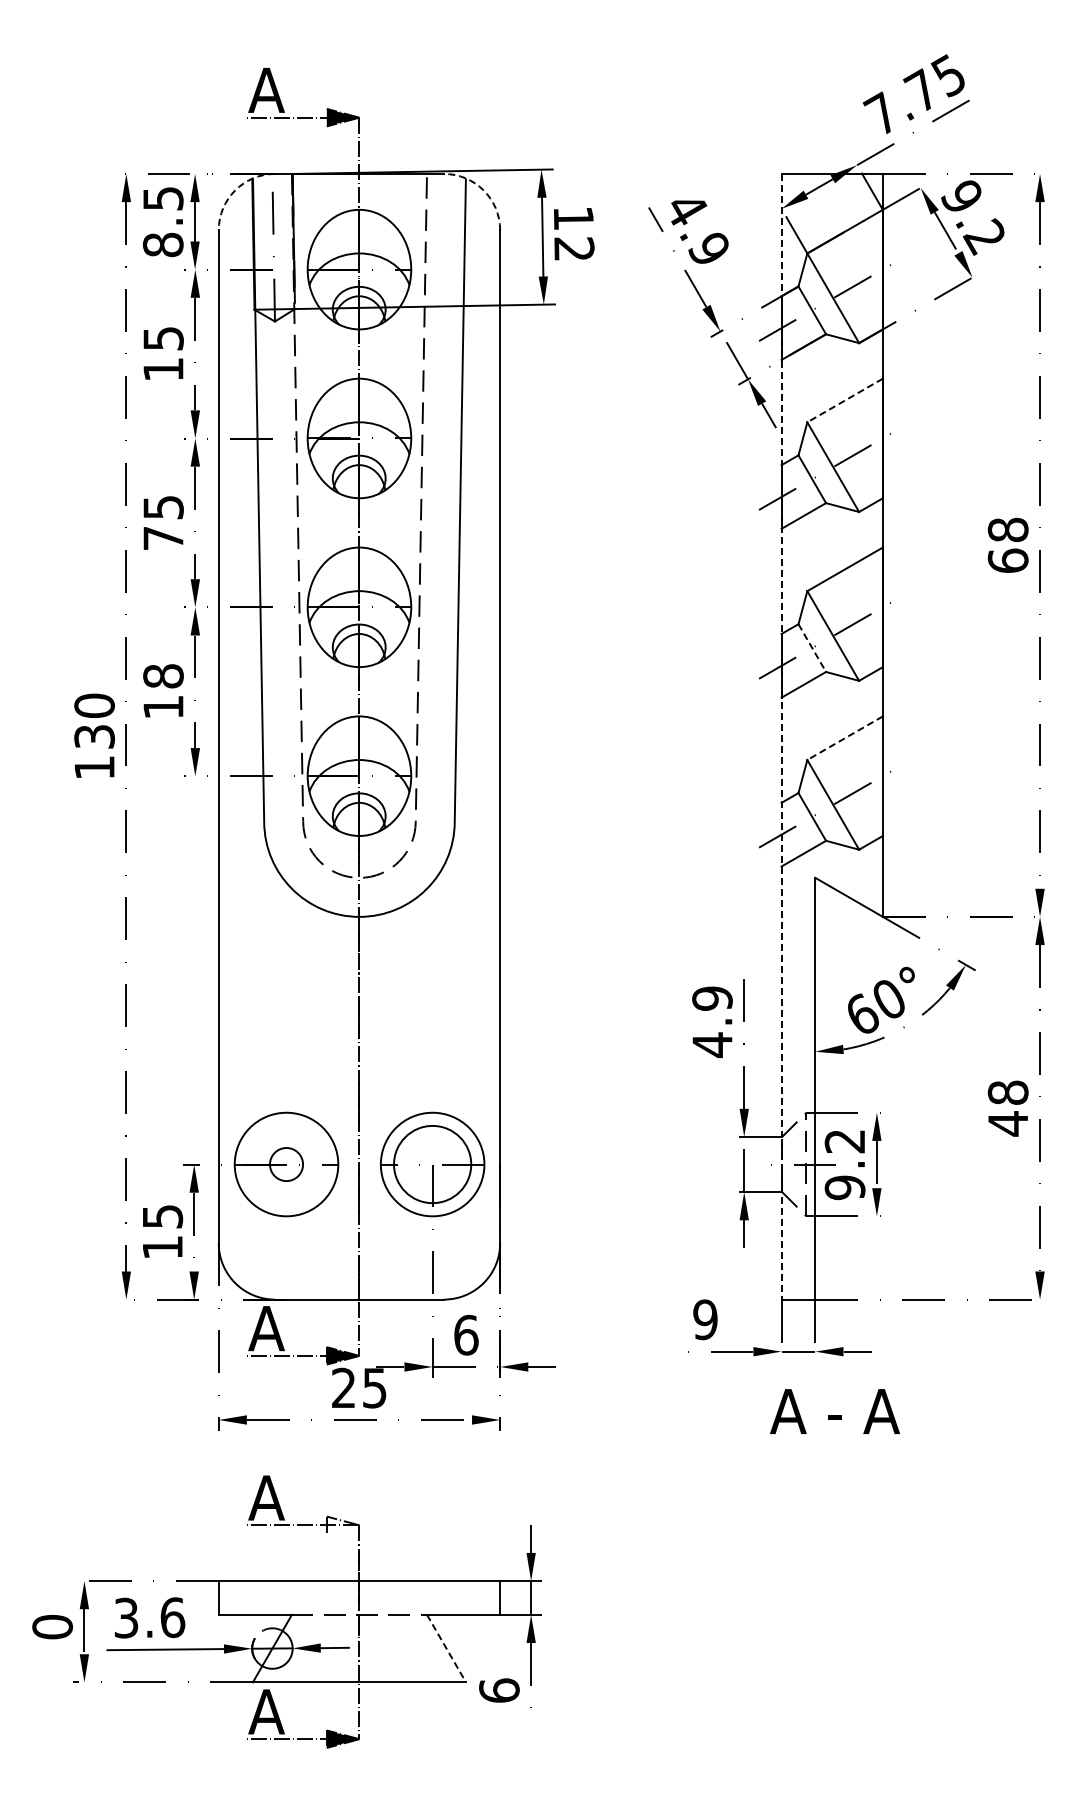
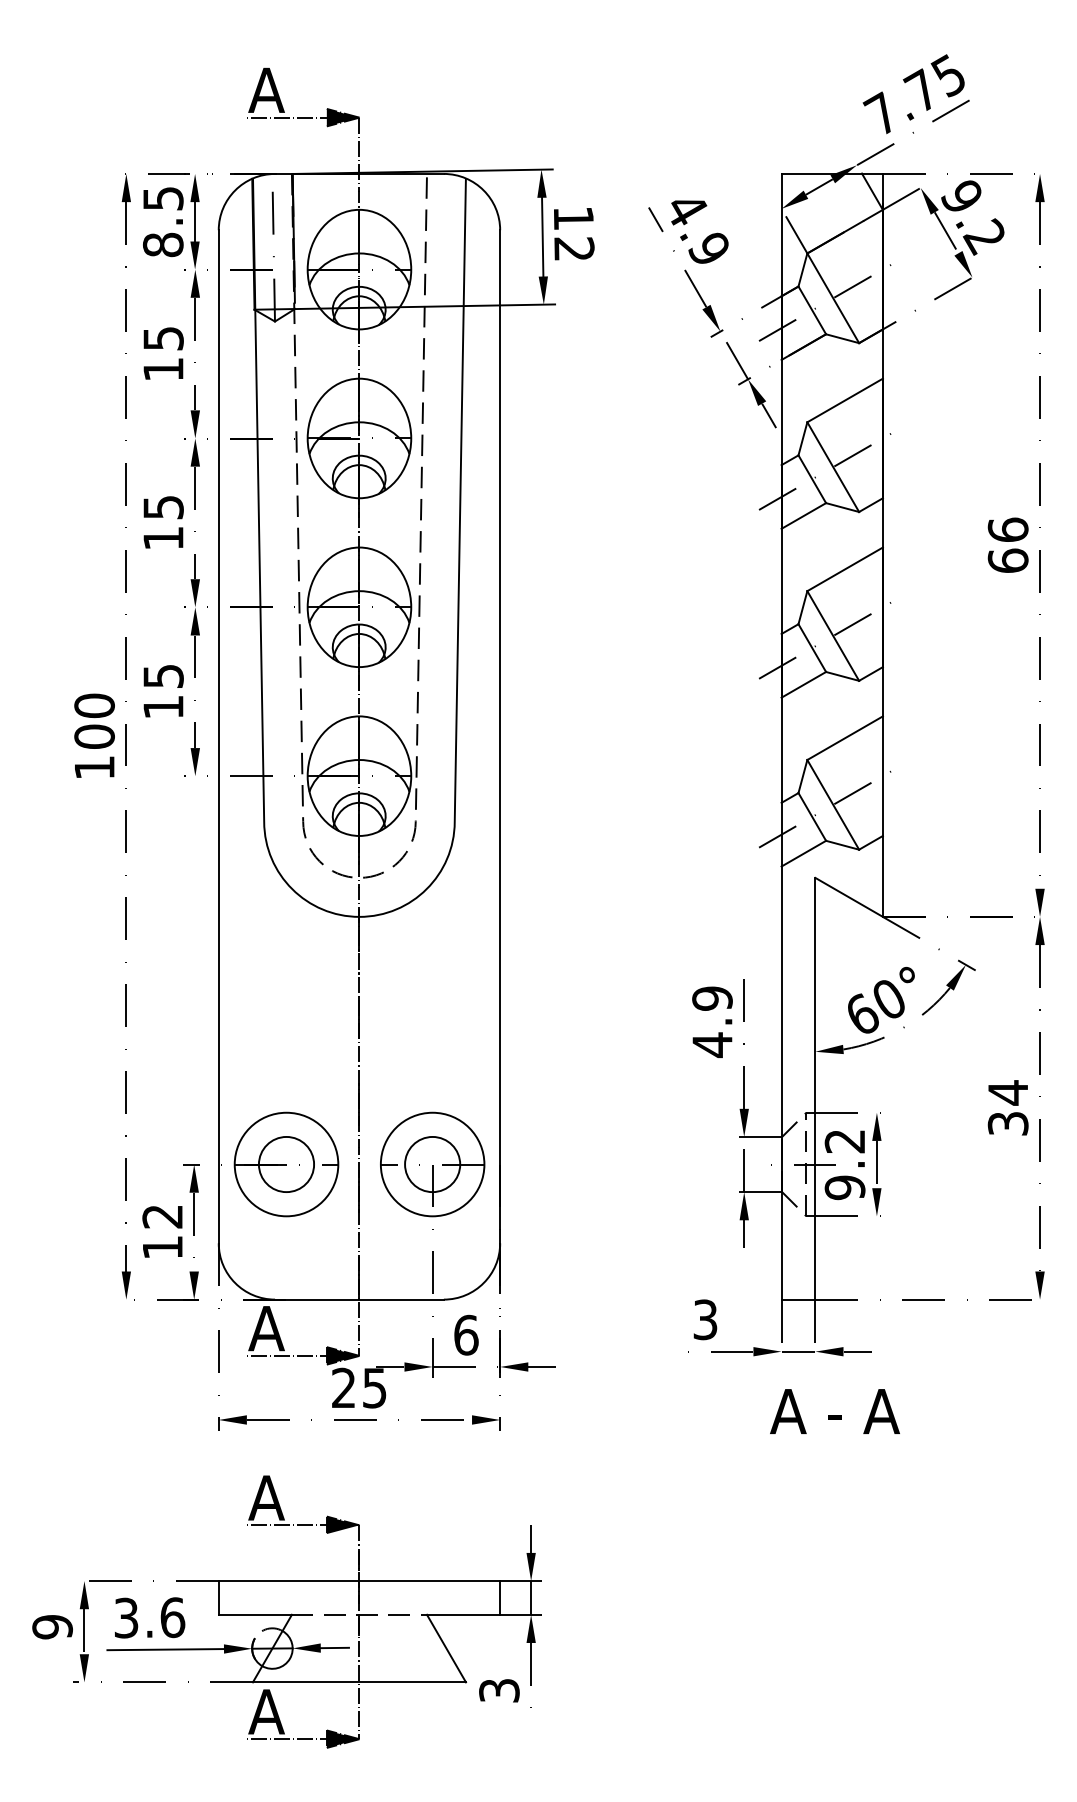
arc at (235, 190): dashed -> solid
arc at (483, 190): dashed -> solid
line at (845, 400): dashed -> solid
text at (1007, 529): 68 -> 66
text at (163, 538): 75 -> 15
line at (812, 648): dashed -> solid
text at (163, 676): 18 -> 15
text at (94, 736): 130 -> 100
line at (781, 736): dashed -> solid
line at (845, 738): dashed -> solid
text at (1007, 1108): 48 -> 34
circle at (286, 1164) diameter: 33 px -> 55 px
circle at (432, 1164) diameter: 77 px -> 55 px
text at (162, 1216): 15 -> 12
text at (705, 1319): 9 -> 3
fill at (342, 1525): none -> present
text at (52, 1626): 0 -> 9
line at (446, 1648): dashed -> solid
text at (499, 1690): 6 -> 3
